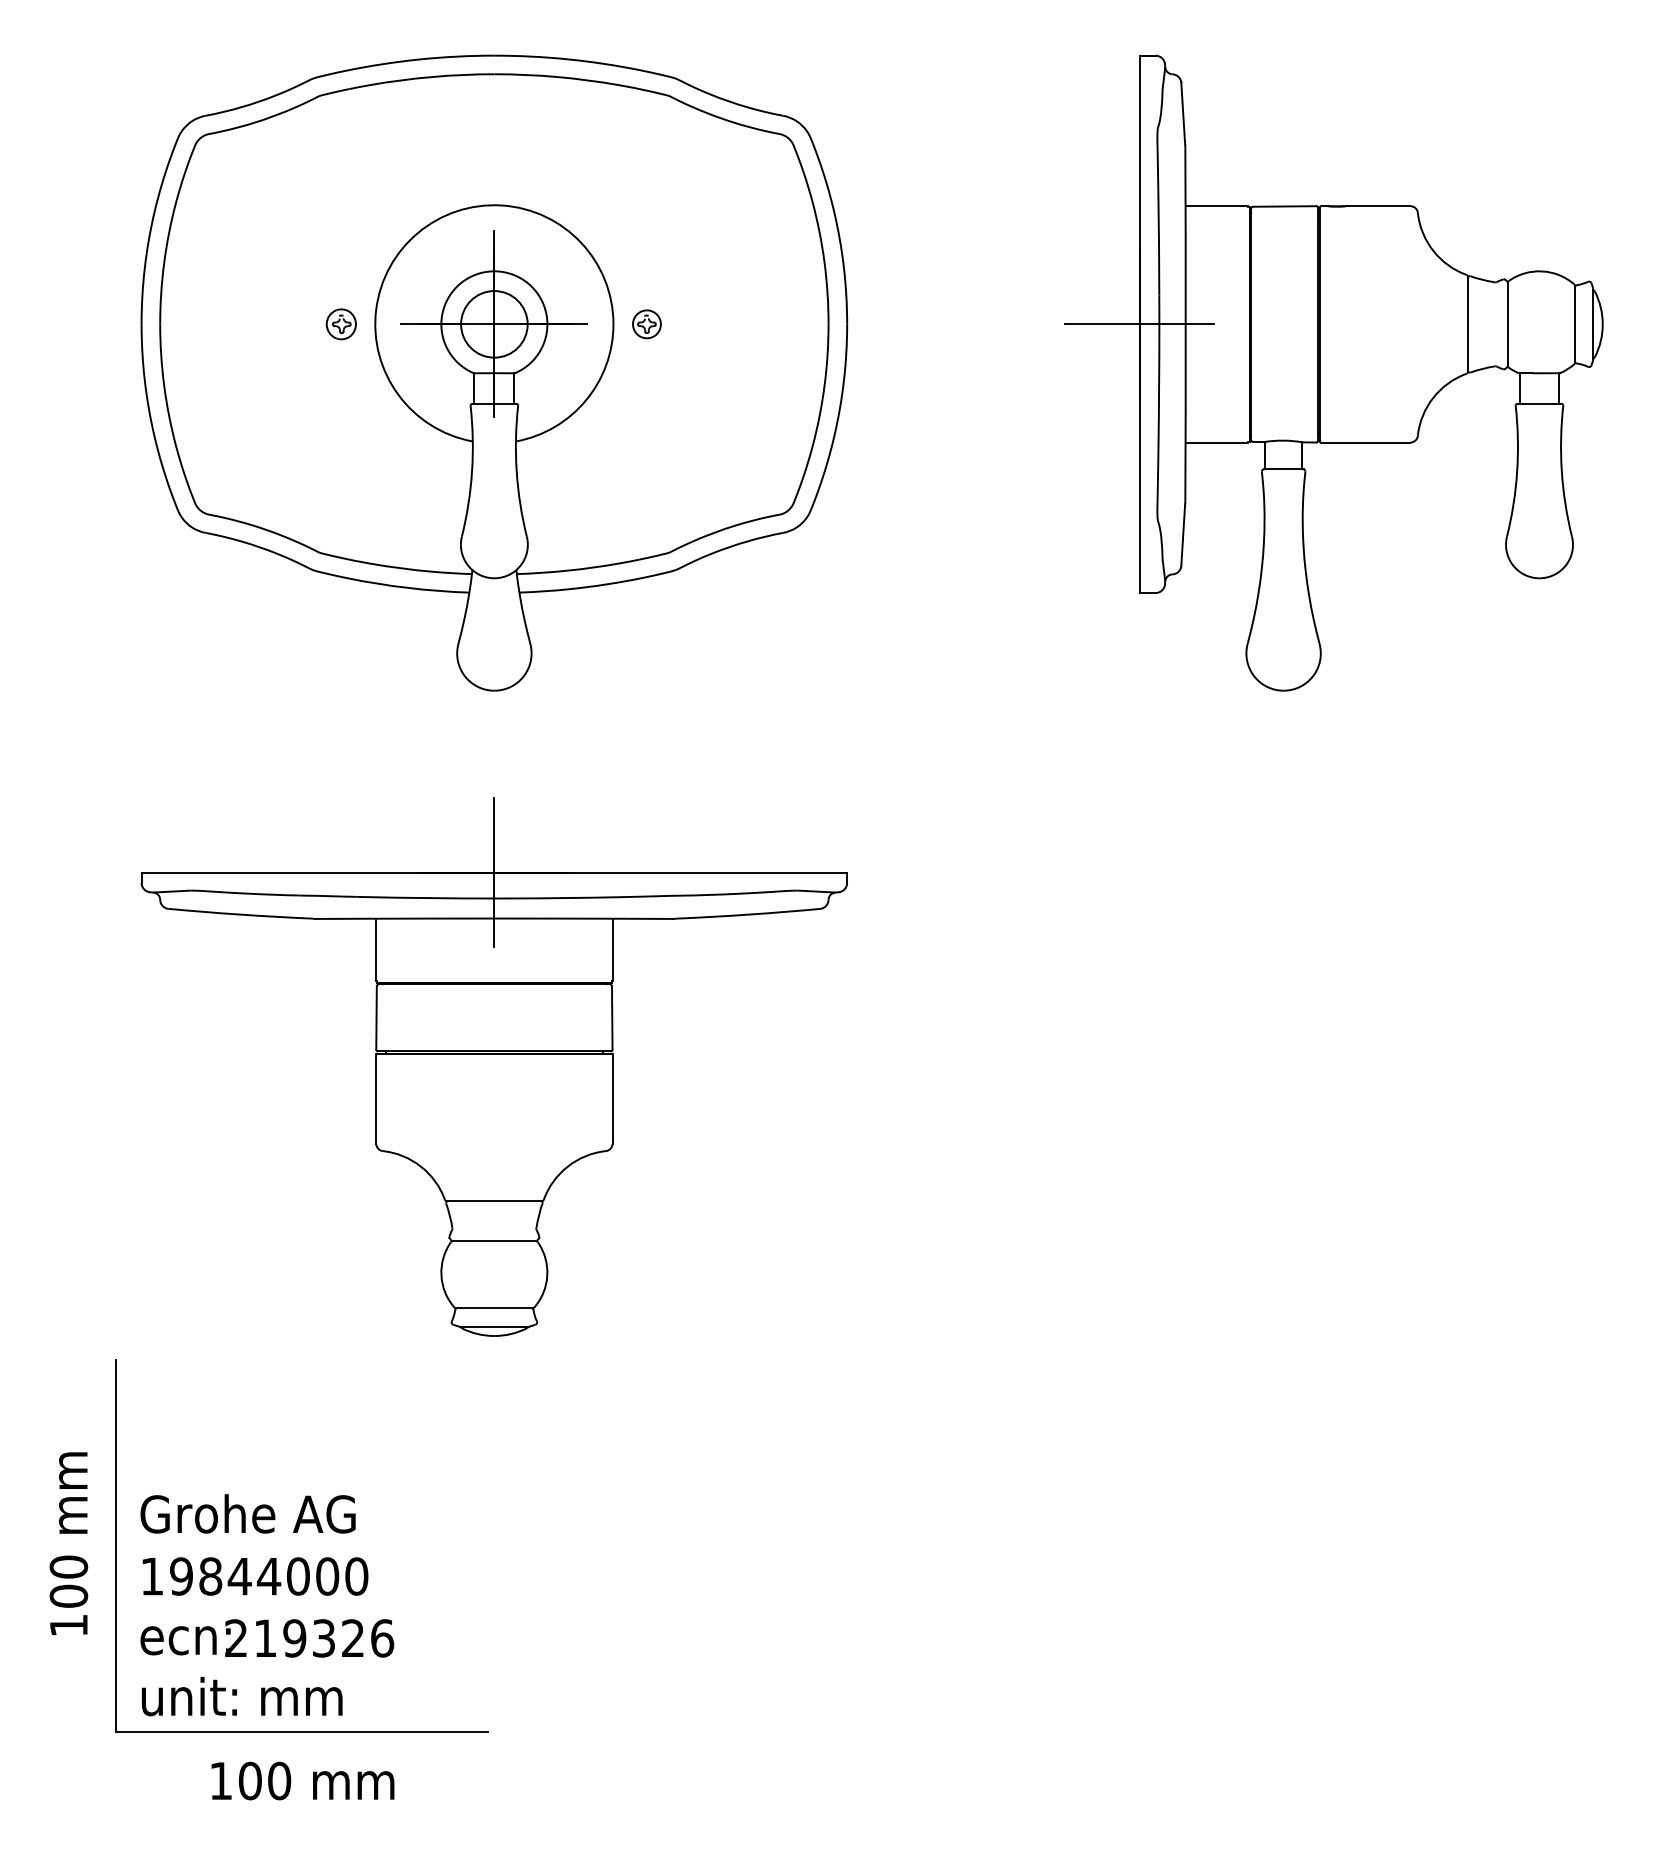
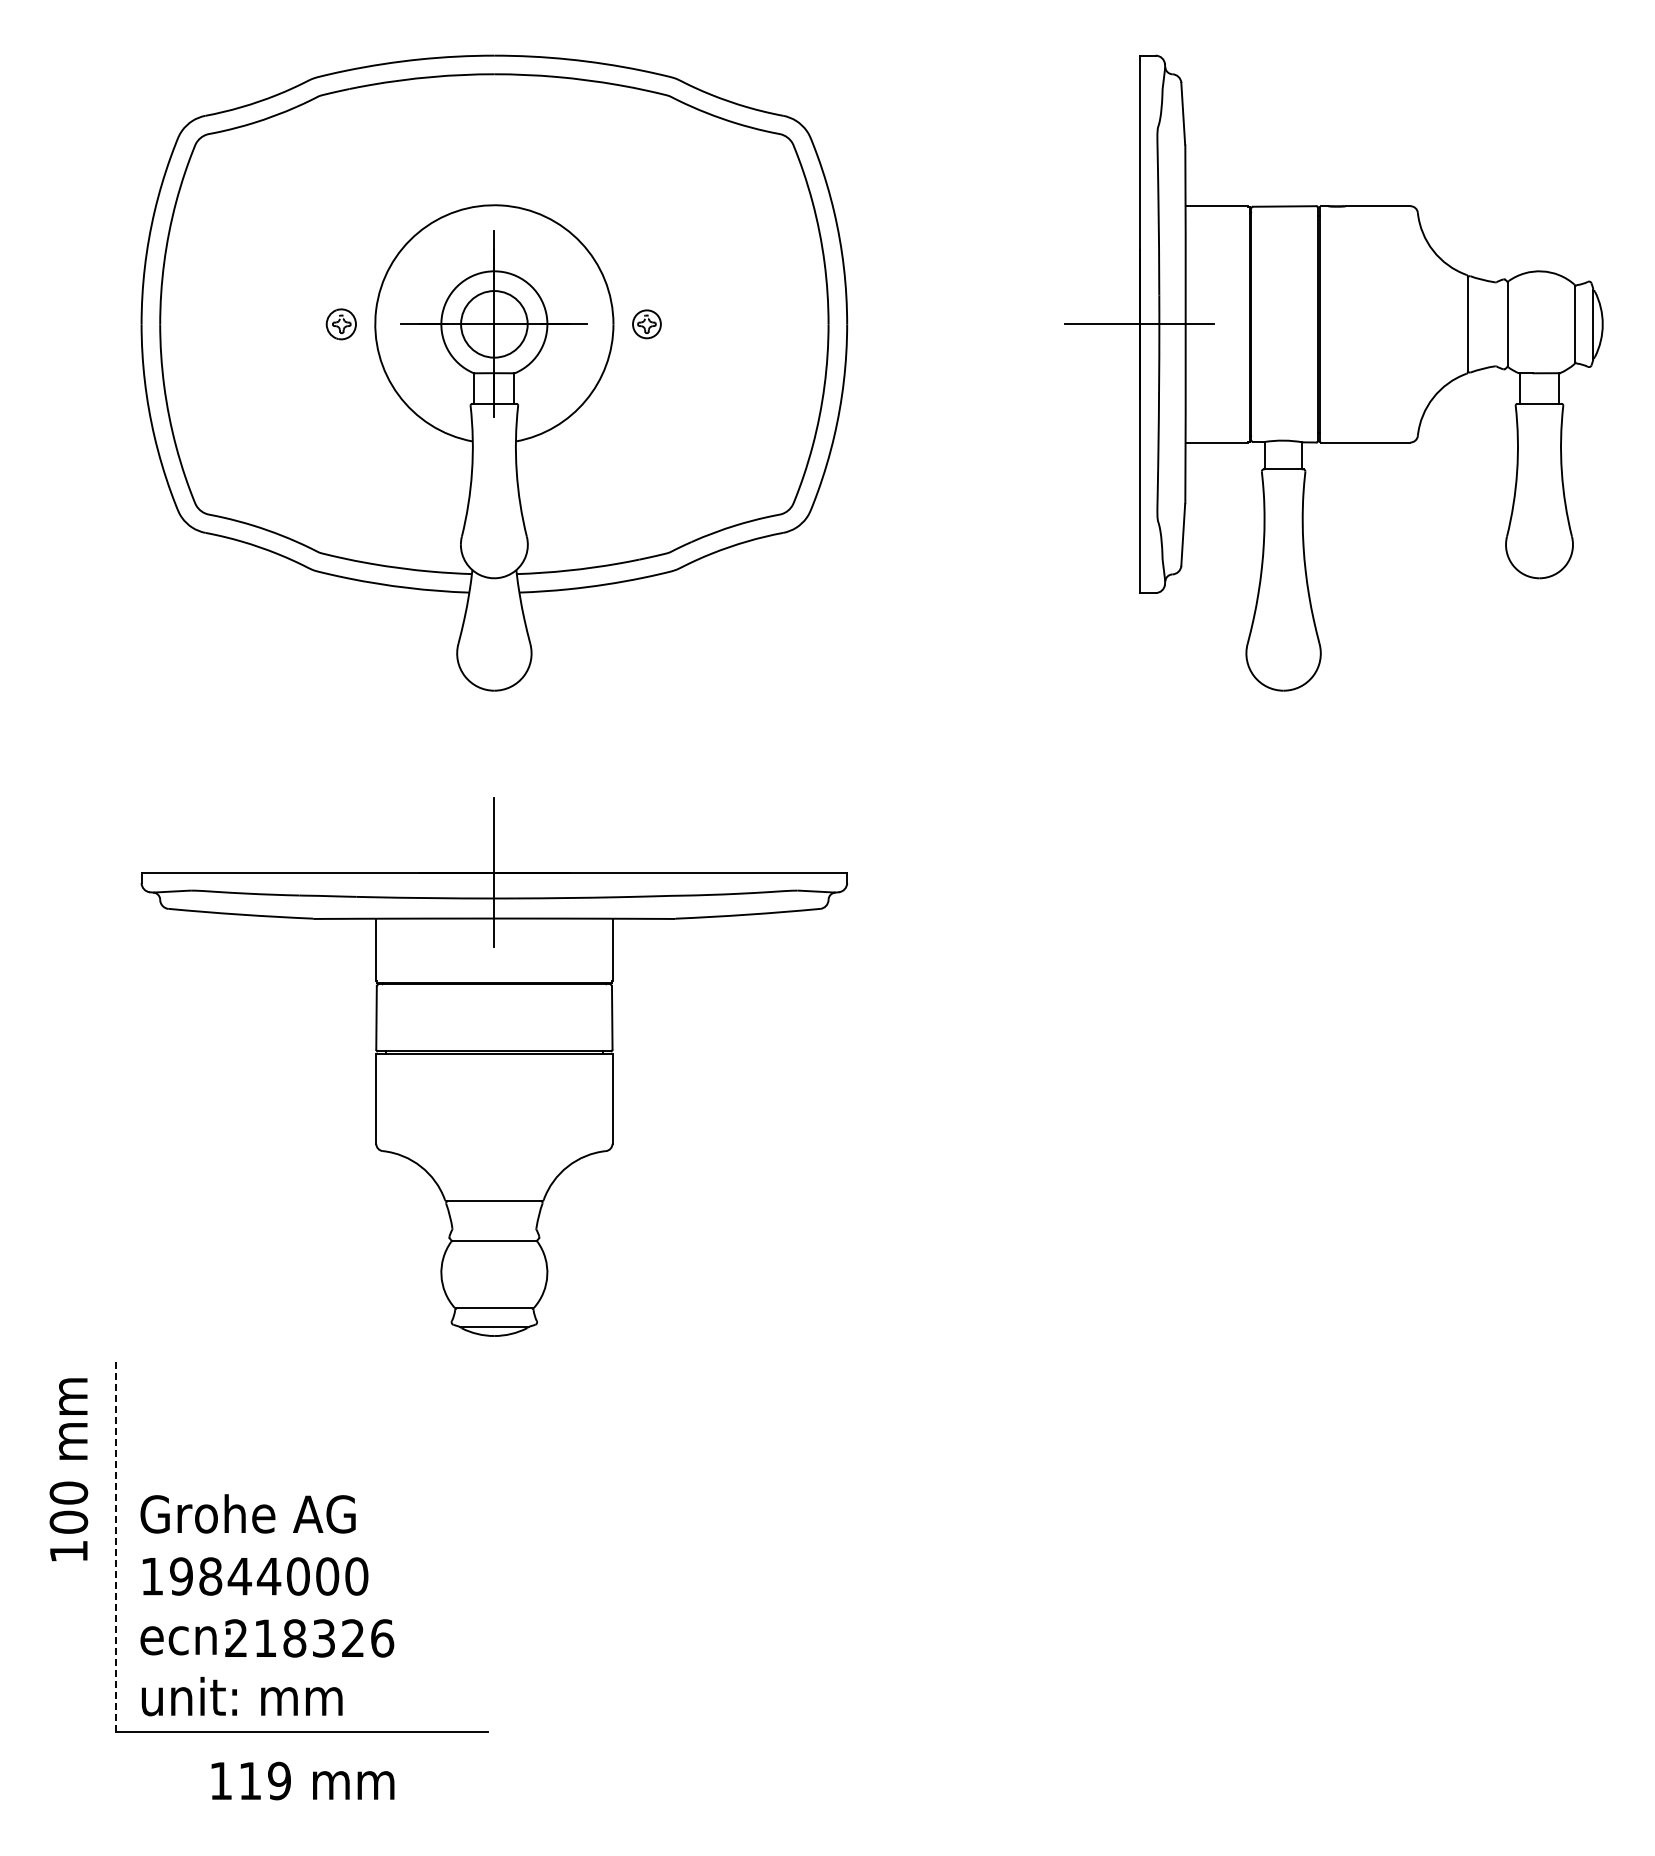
text at (68, 1543) position: (68, 1543) -> (68, 1469)
line at (115, 1545): solid -> dashed
text at (294, 1638): 219326 -> 218326
text at (264, 1780): 100 -> 119
